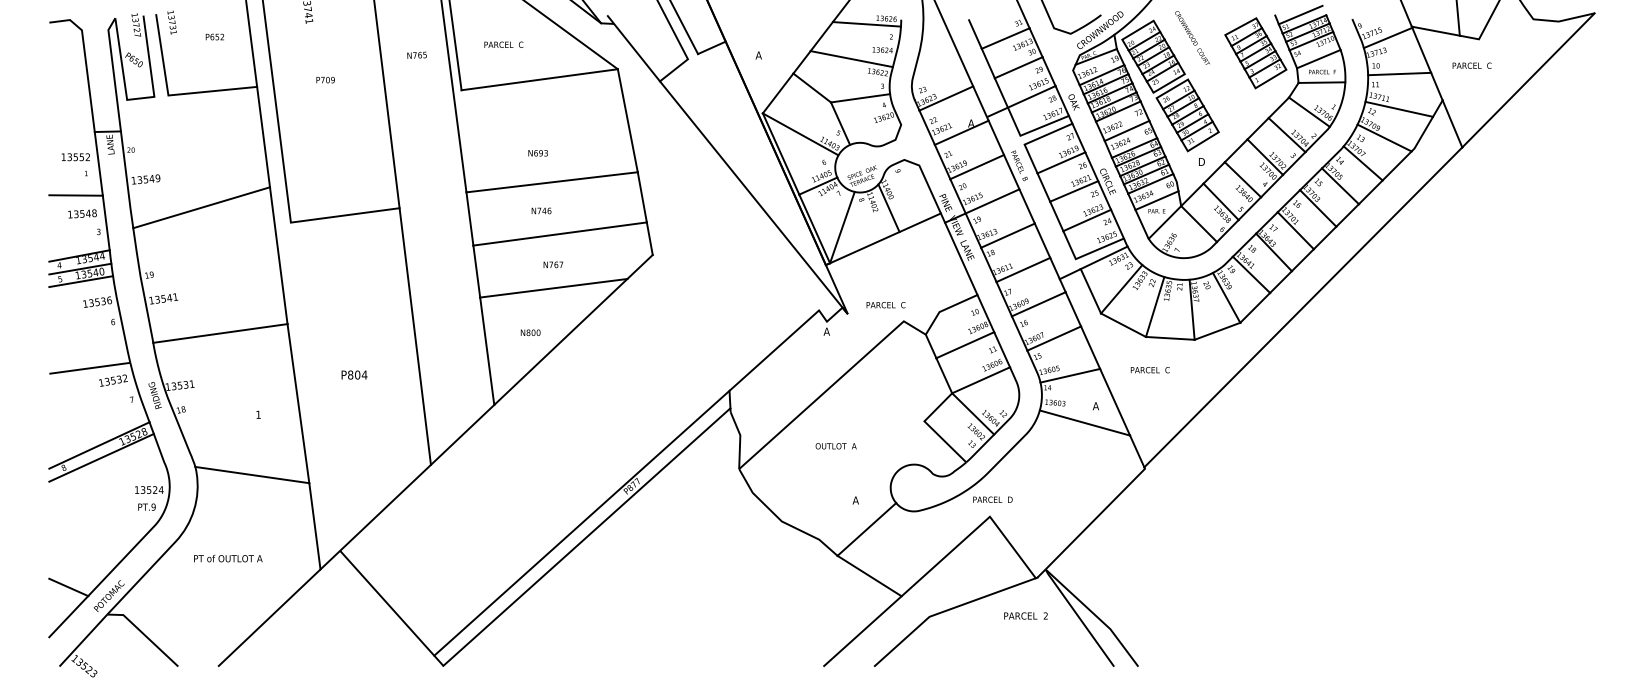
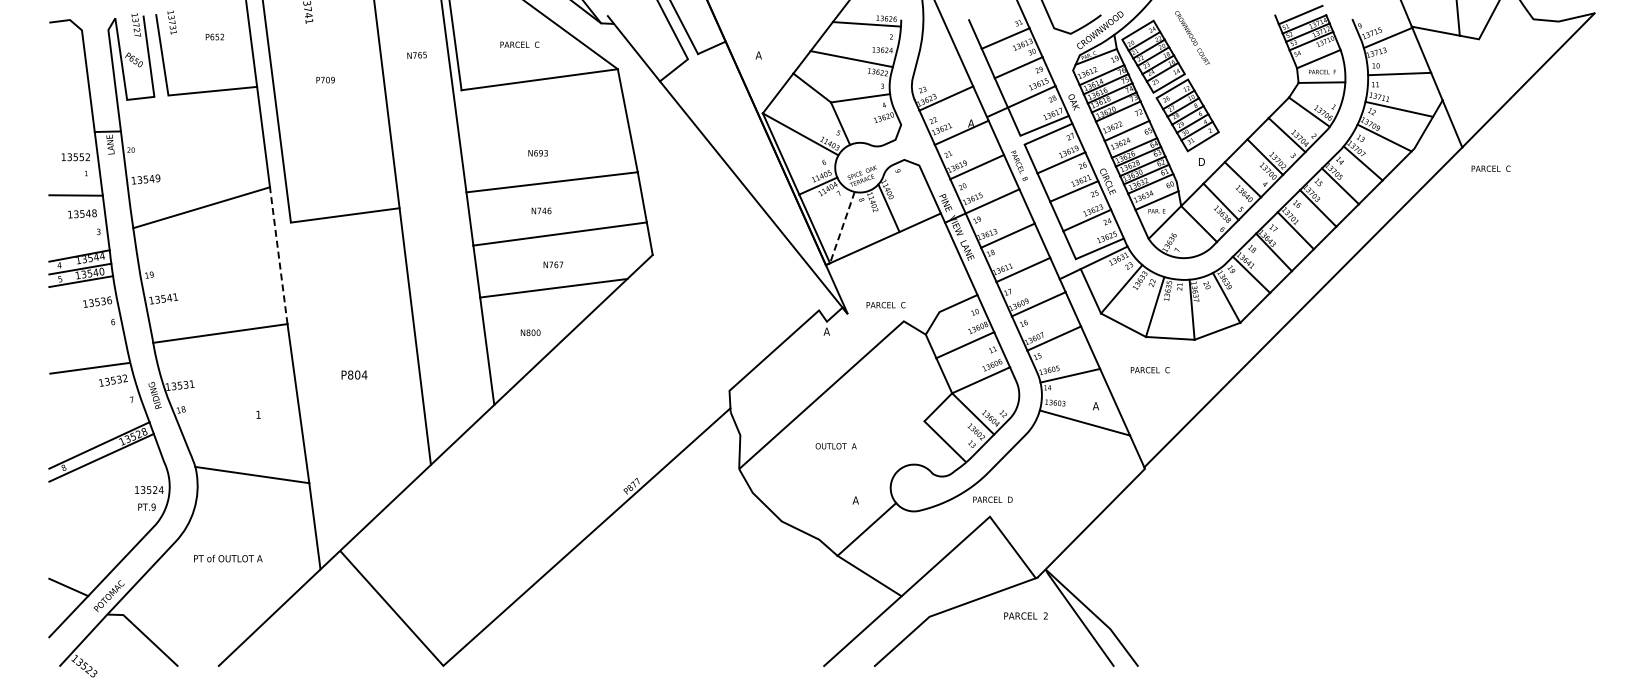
text at (503, 44) position: (503, 44) -> (519, 44)
part at (1255, 53): present -> none
text at (1471, 65) position: (1471, 65) -> (1490, 168)
line at (842, 227): solid -> dashed
line at (278, 255): solid -> dashed
line at (581, 522): present -> none
